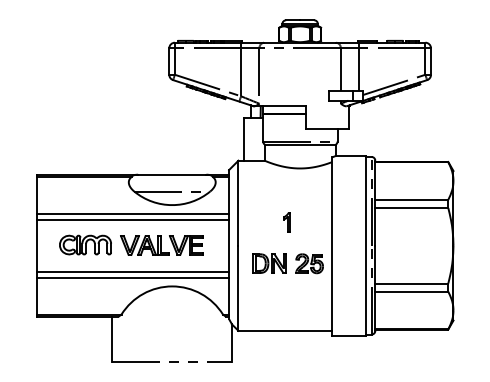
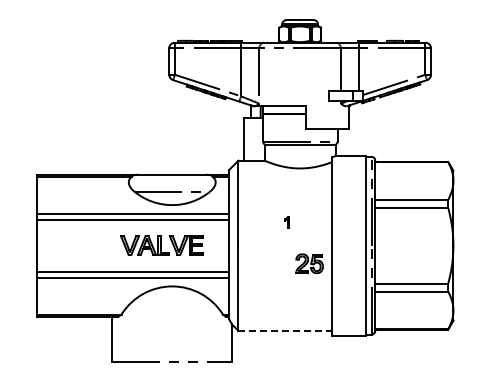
part at (286, 222) size: 8x21 px -> 6x13 px
part at (85, 244): present -> none
part at (269, 263): present -> none
line at (285, 330): solid -> dashed
